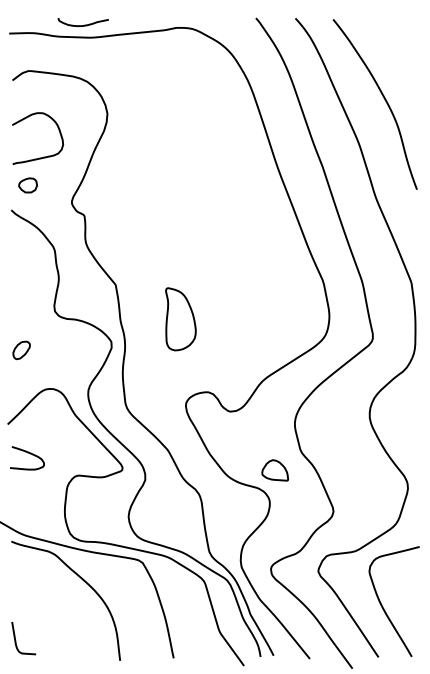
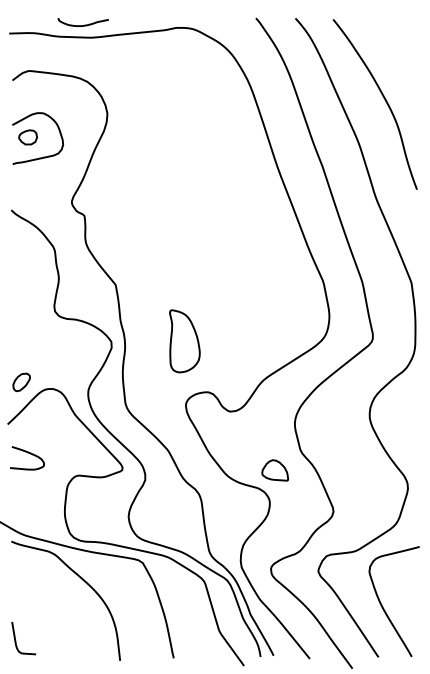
part at (27, 185) position: (27, 185) -> (27, 137)
part at (180, 319) position: (180, 319) -> (184, 341)
part at (21, 350) position: (21, 350) -> (21, 382)
